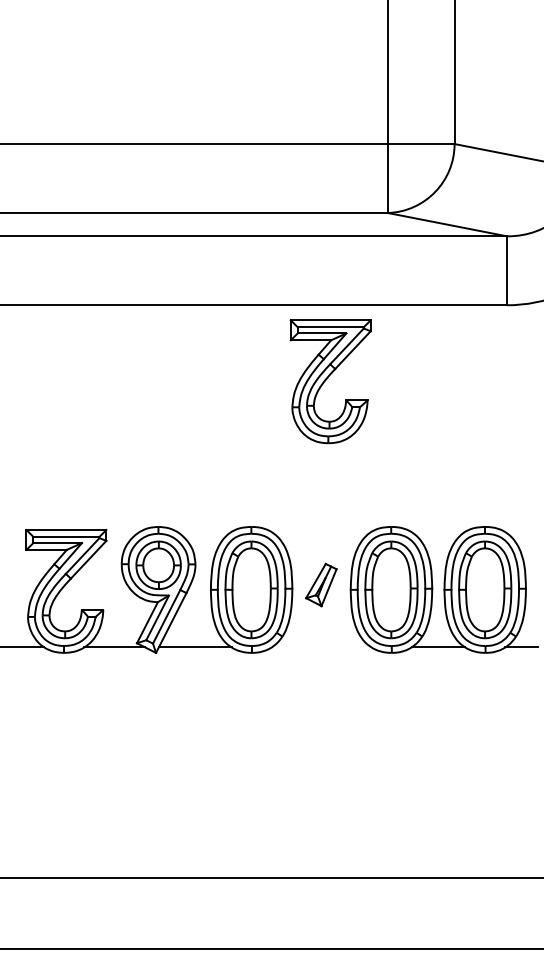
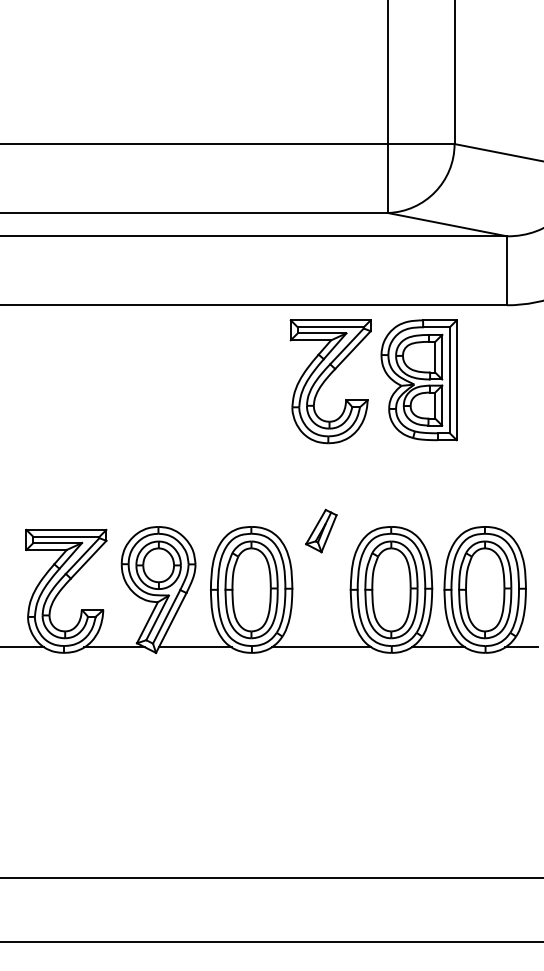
part at (418, 380): none -> present
part at (321, 584) position: (321, 584) -> (321, 530)
line at (321, 647): none -> present
line at (271, 948) position: (271, 948) -> (271, 941)
